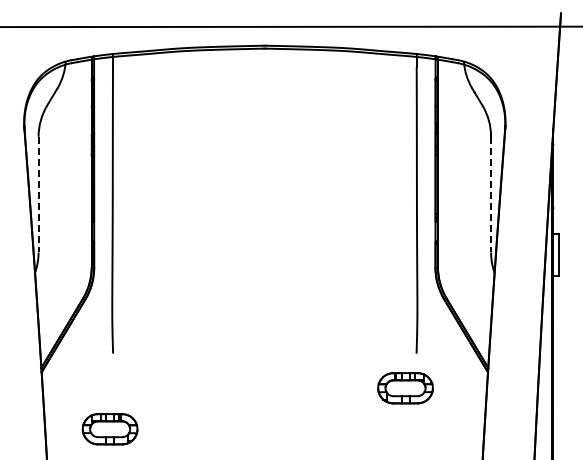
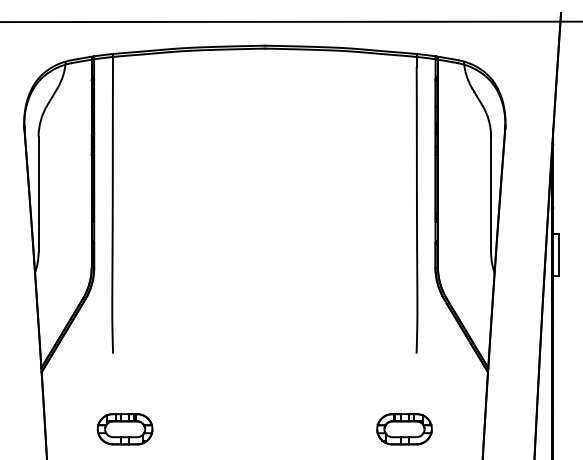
line at (290, 26) position: (290, 26) -> (290, 21)
line at (38, 194): dashed -> solid
line at (491, 194): dashed -> solid
part at (405, 388) position: (405, 388) -> (404, 429)
part at (109, 429) position: (109, 429) -> (124, 429)
